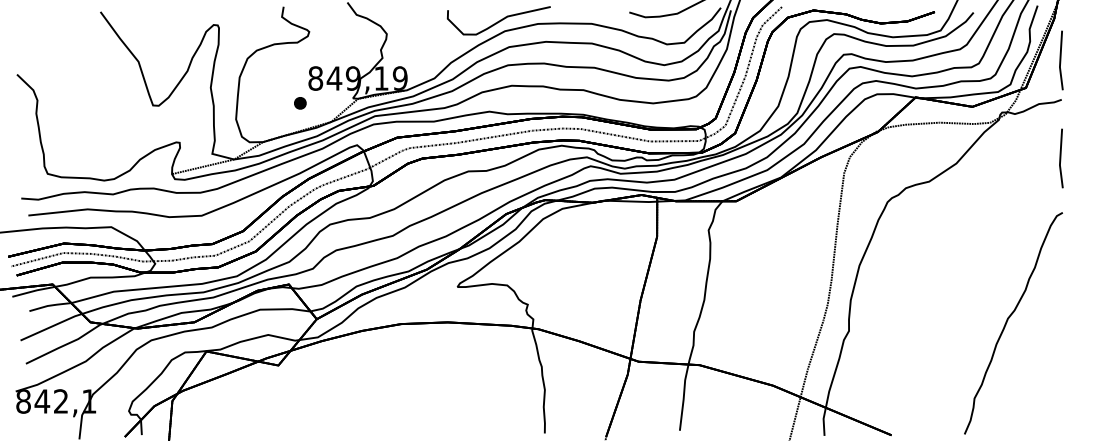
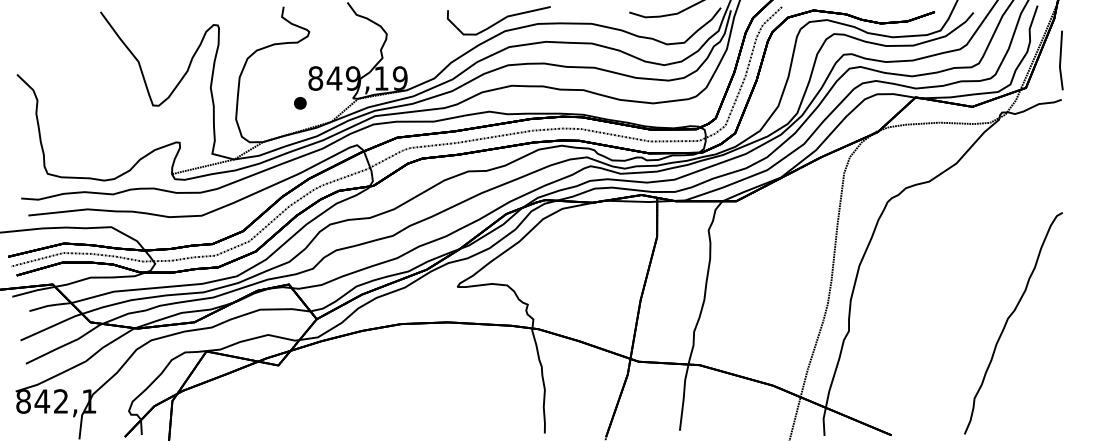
line at (1061, 158): present -> none
